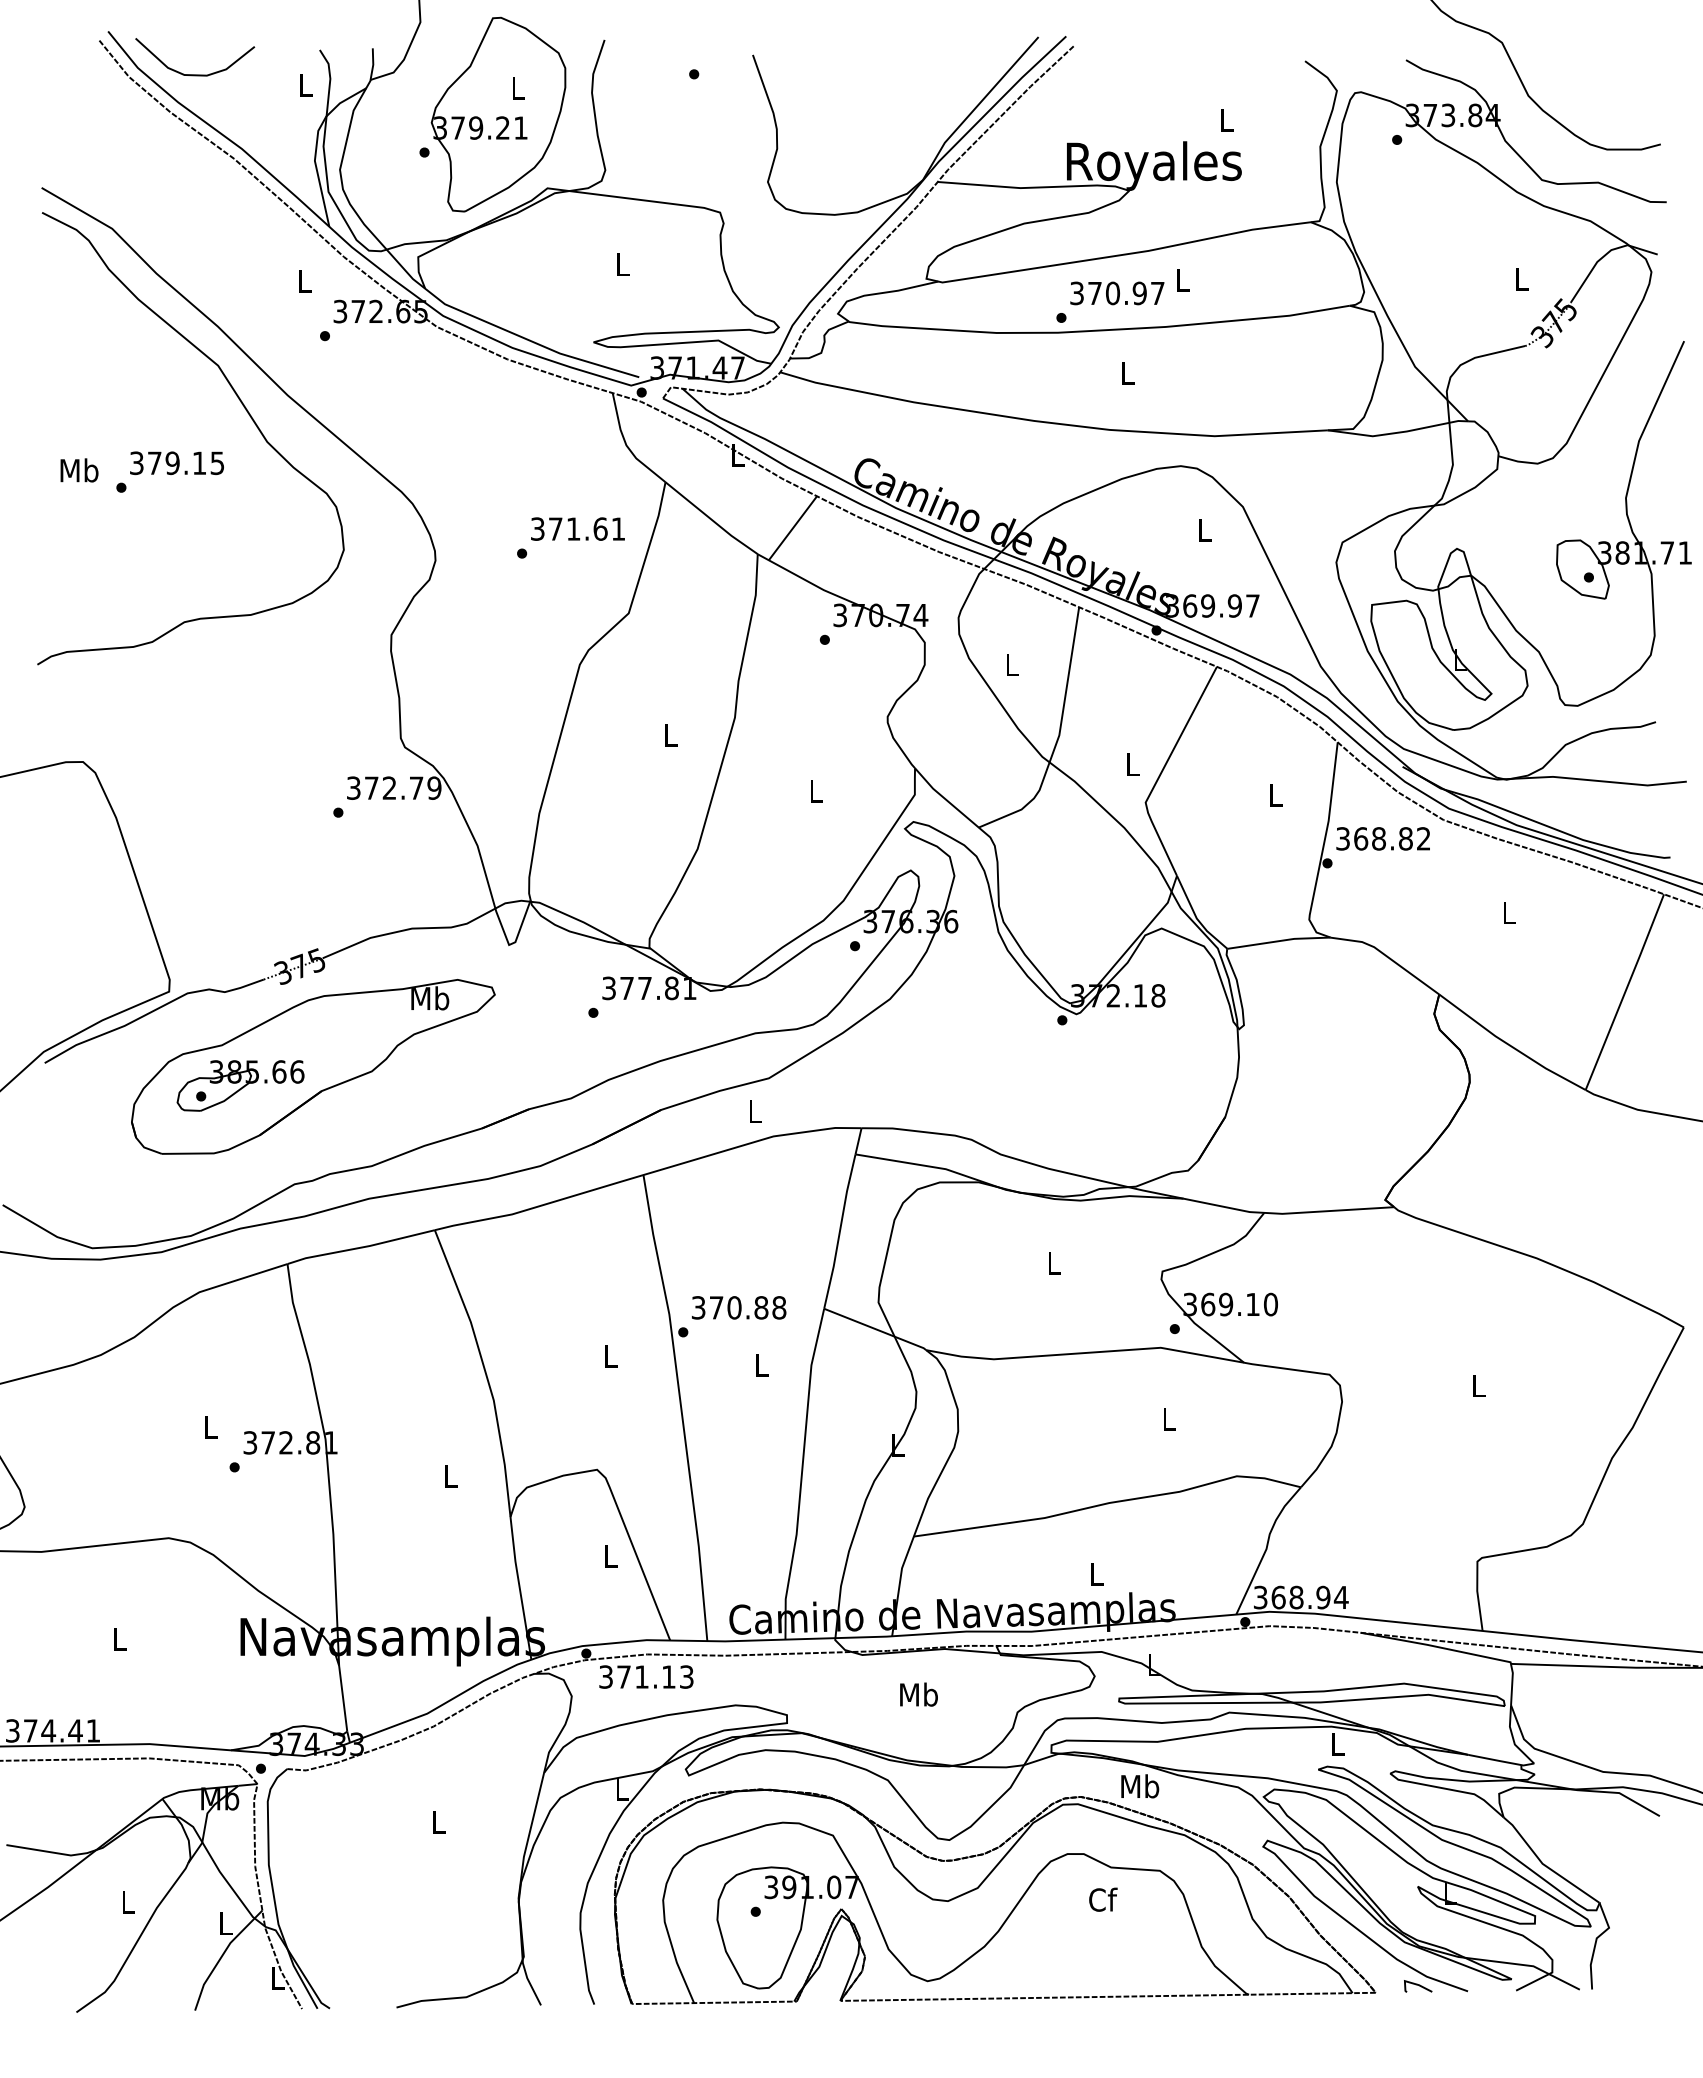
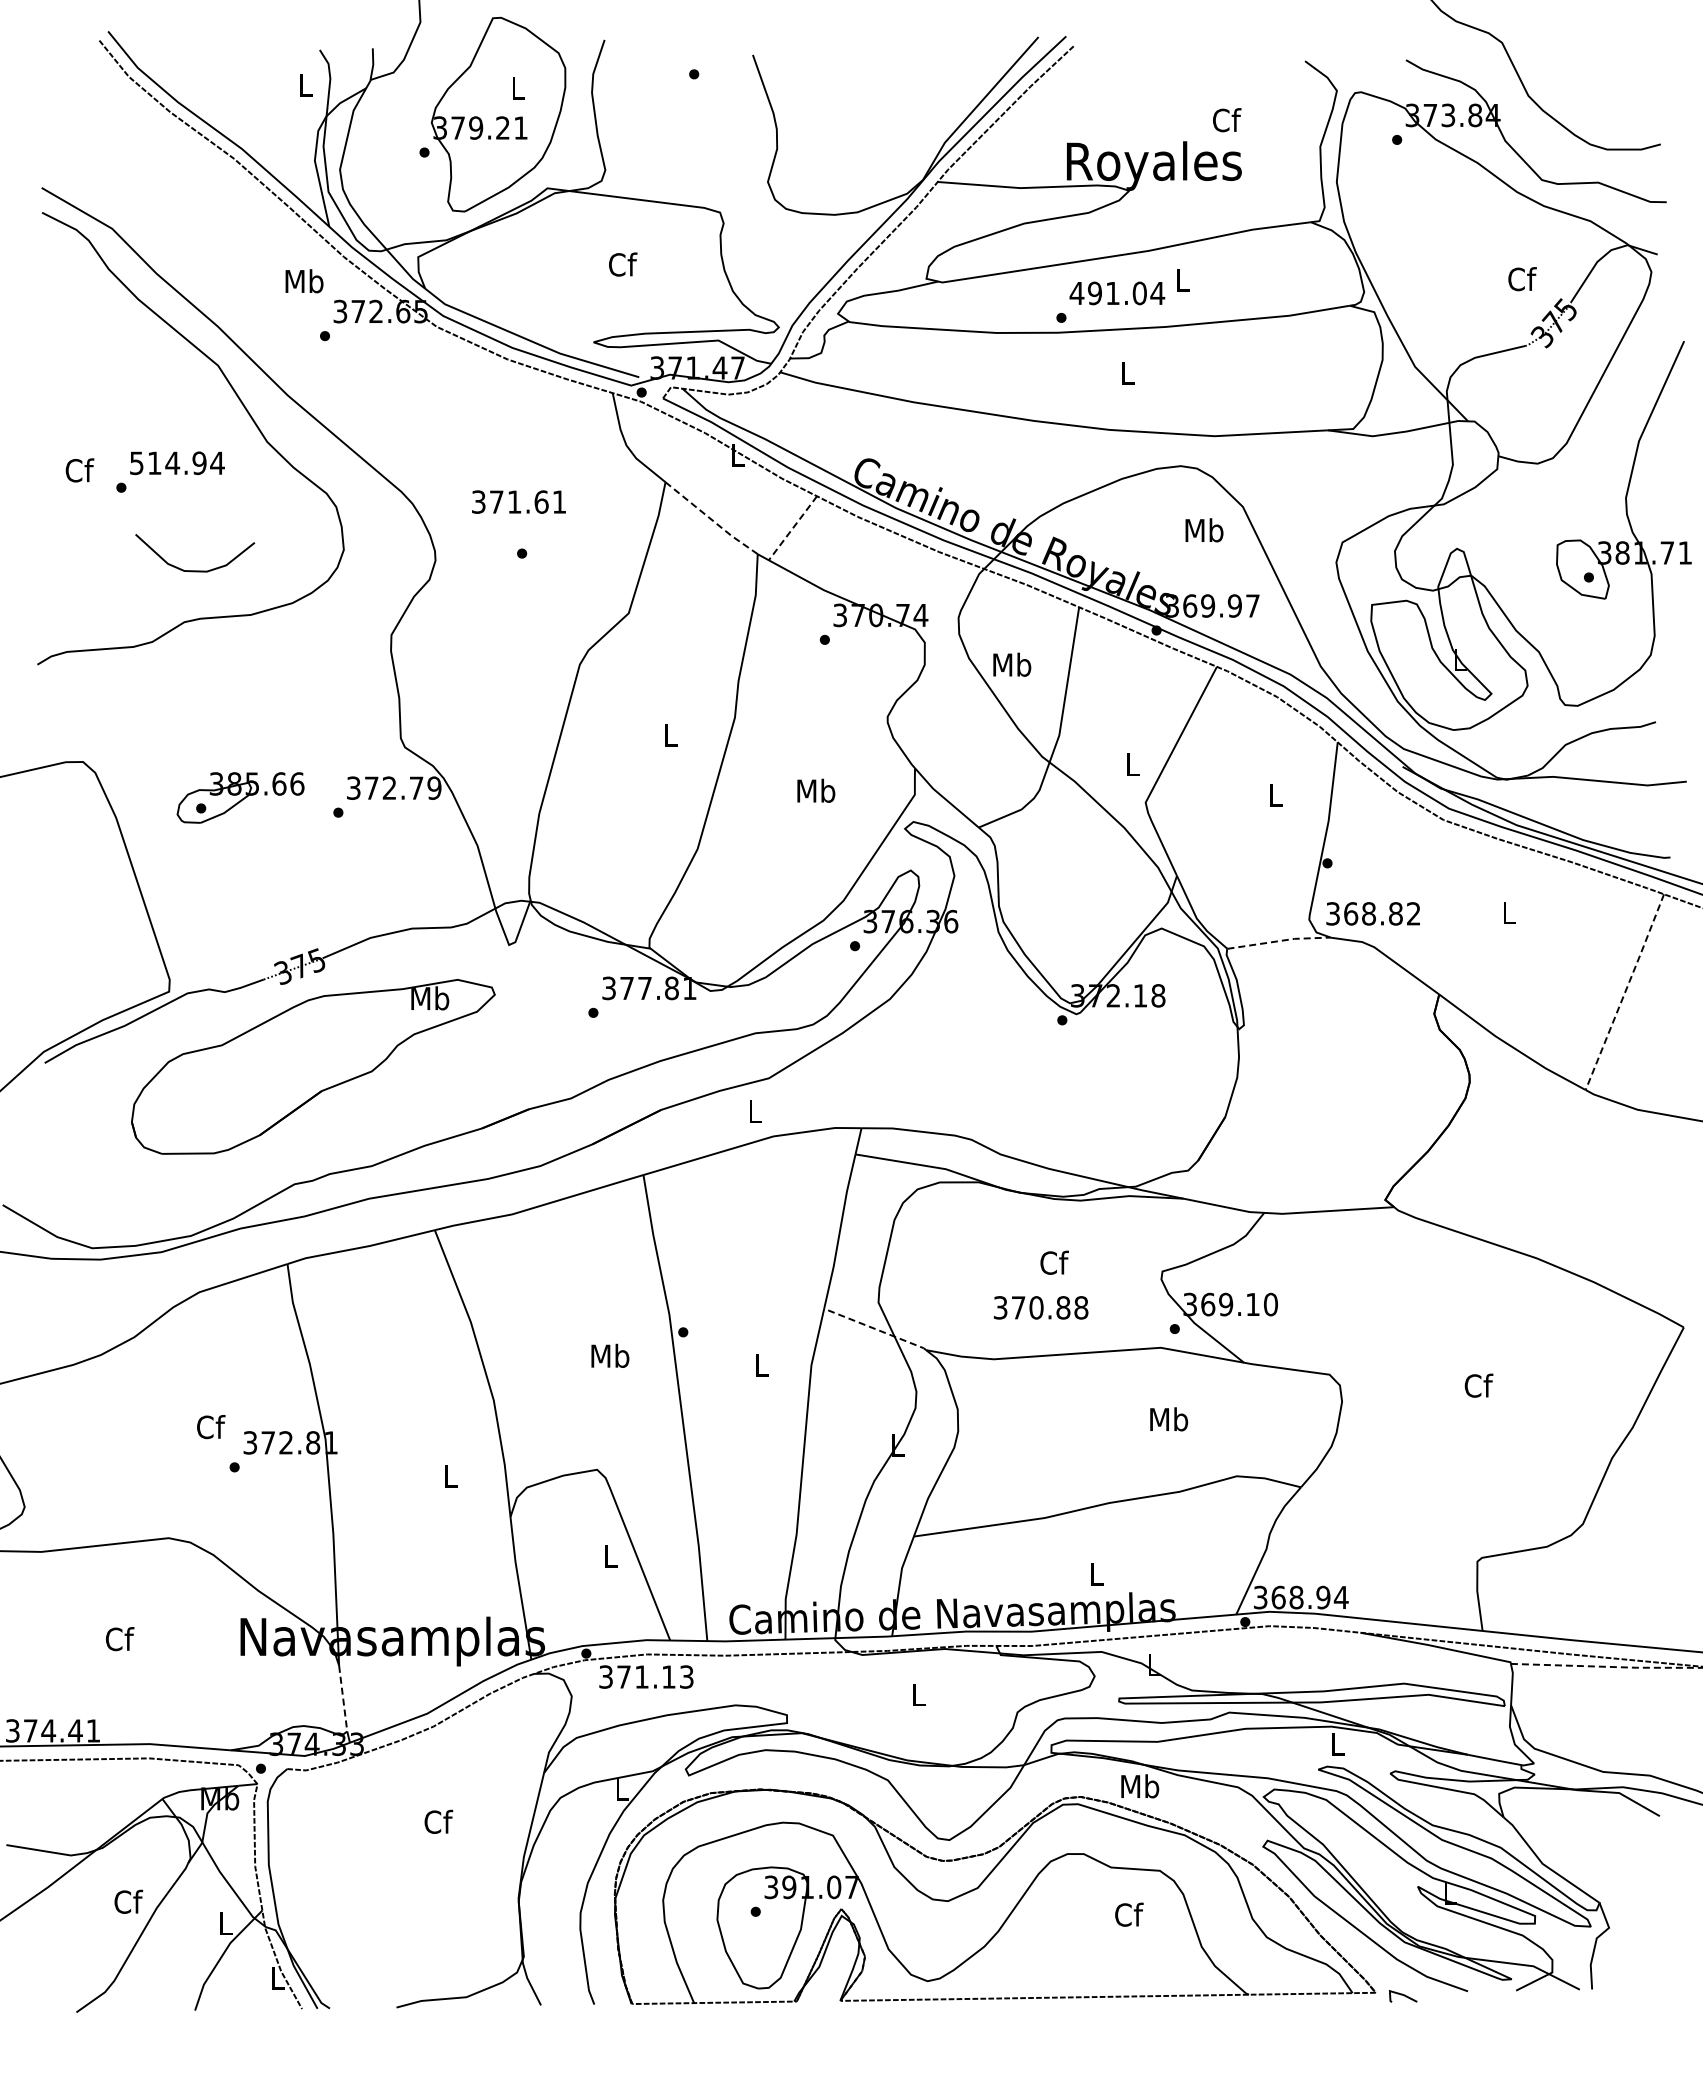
curve at (195, 74) position: (195, 74) -> (195, 570)
text at (1227, 120): L -> Cf
text at (623, 264): L -> Cf
text at (1522, 279): L -> Cf
text at (304, 281): L -> Mb
text at (1117, 293): 370.97 -> 491.04
text at (177, 463): 379.15 -> 514.94
text at (79, 470): Mb -> Cf
line at (710, 519): solid -> dashed
text at (577, 528) position: (577, 528) -> (518, 501)
line at (792, 528): solid -> dashed
text at (1204, 530): L -> Mb
text at (1012, 664): L -> Mb
text at (816, 790): L -> Mb
text at (1382, 838) position: (1382, 838) -> (1372, 913)
line at (1279, 941): solid -> dashed
line at (1625, 992): solid -> dashed
part at (240, 1085) position: (240, 1085) -> (240, 797)
text at (1054, 1262): L -> Cf
text at (739, 1307) position: (739, 1307) -> (1041, 1307)
line at (875, 1329): solid -> dashed
text at (610, 1355): L -> Mb
text at (1478, 1385): L -> Cf
text at (1169, 1419): L -> Mb
text at (211, 1427): L -> Cf
text at (120, 1639): L -> Cf
line at (1607, 1666): solid -> dashed
text at (918, 1694): Mb -> L
line at (343, 1699): solid -> dashed
text at (438, 1821): L -> Cf
text at (1103, 1899) position: (1103, 1899) -> (1129, 1914)
text at (128, 1901): L -> Cf
line at (1418, 1985) position: (1418, 1985) -> (1403, 1995)
